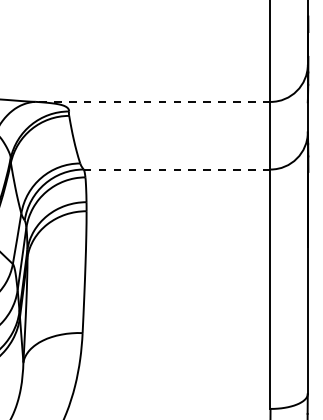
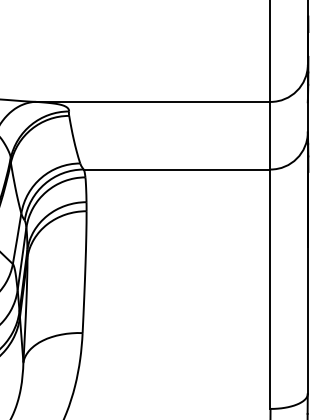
line at (152, 101): dashed -> solid
line at (176, 169): dashed -> solid
